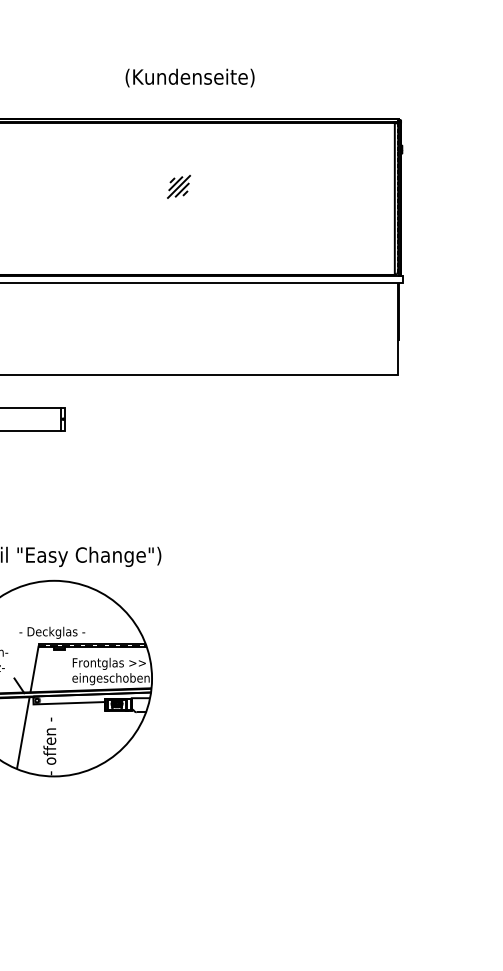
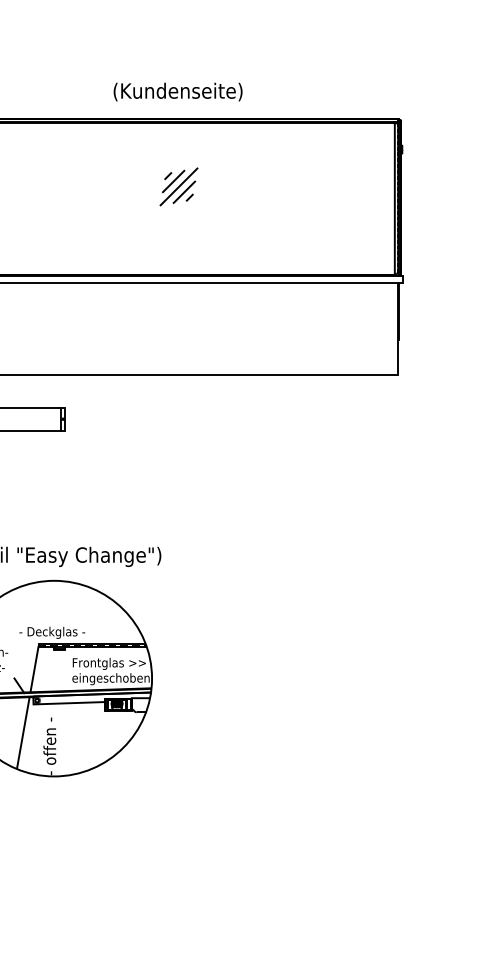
text at (189, 77) position: (189, 77) -> (177, 91)
part at (178, 186) size: 24x24 px -> 40x40 px
